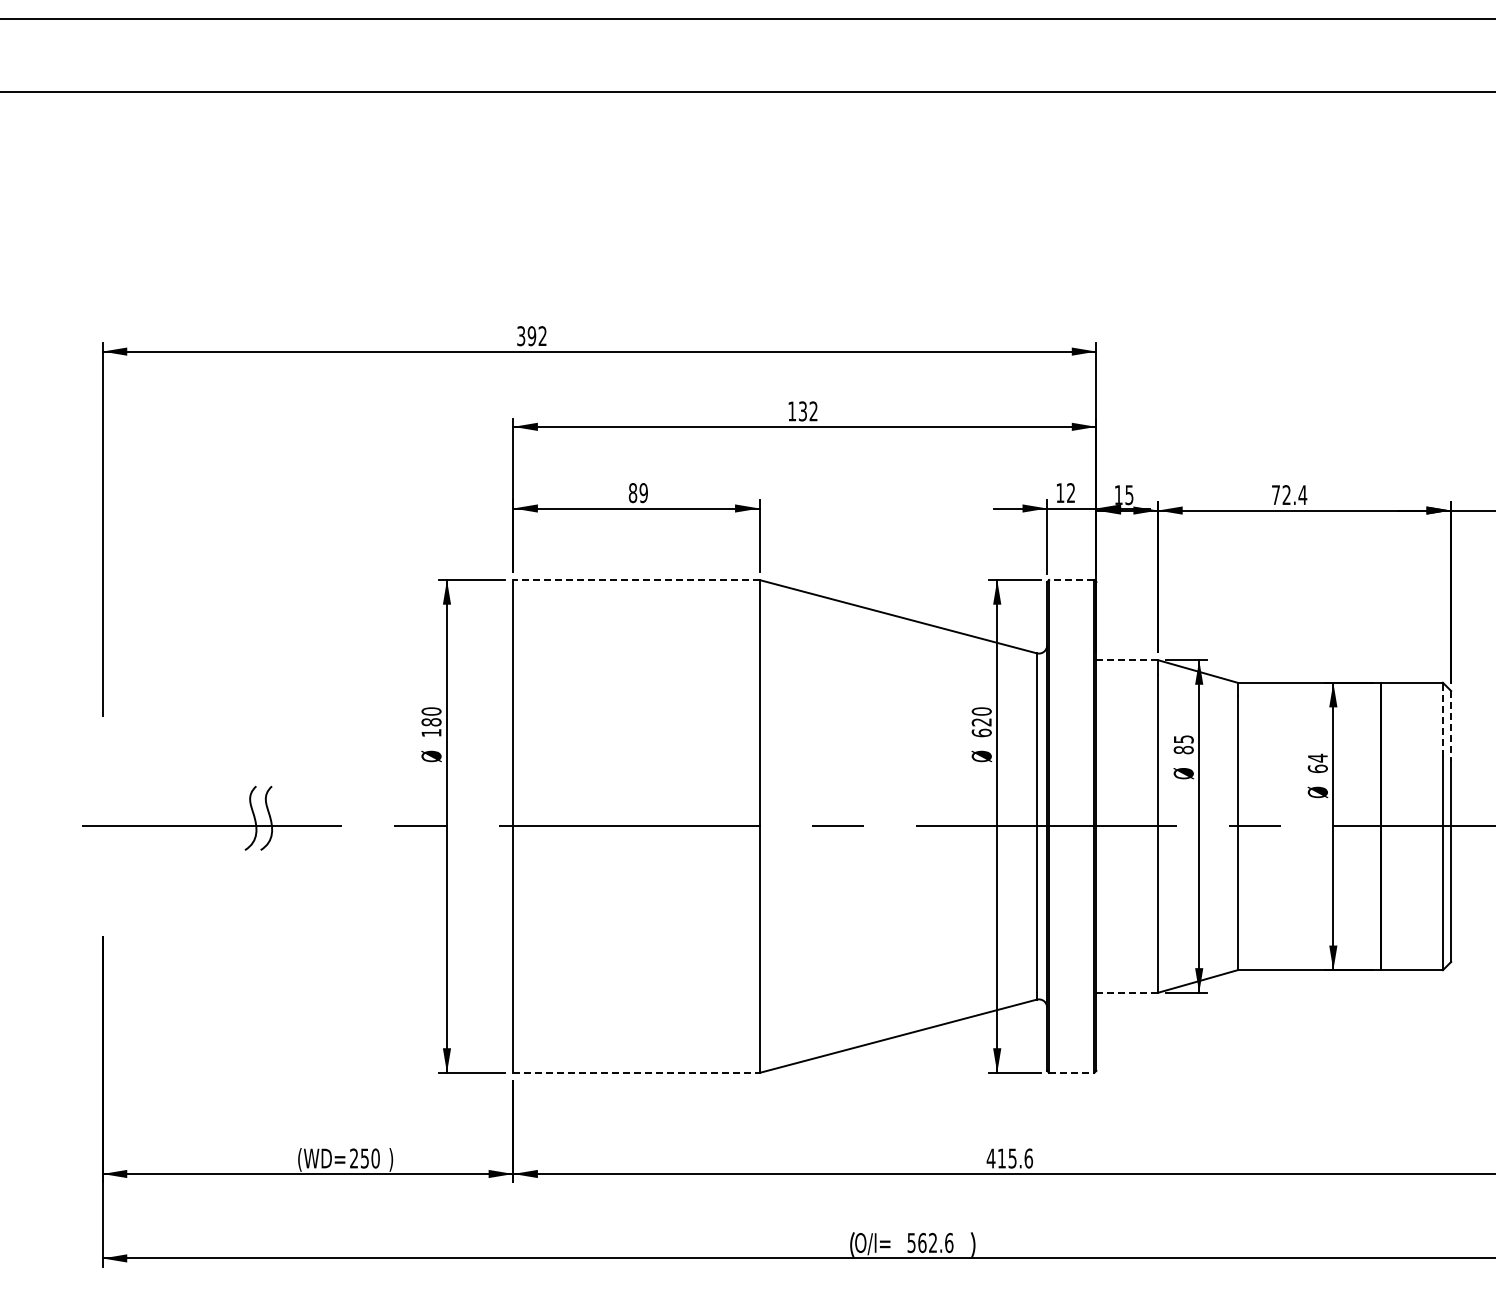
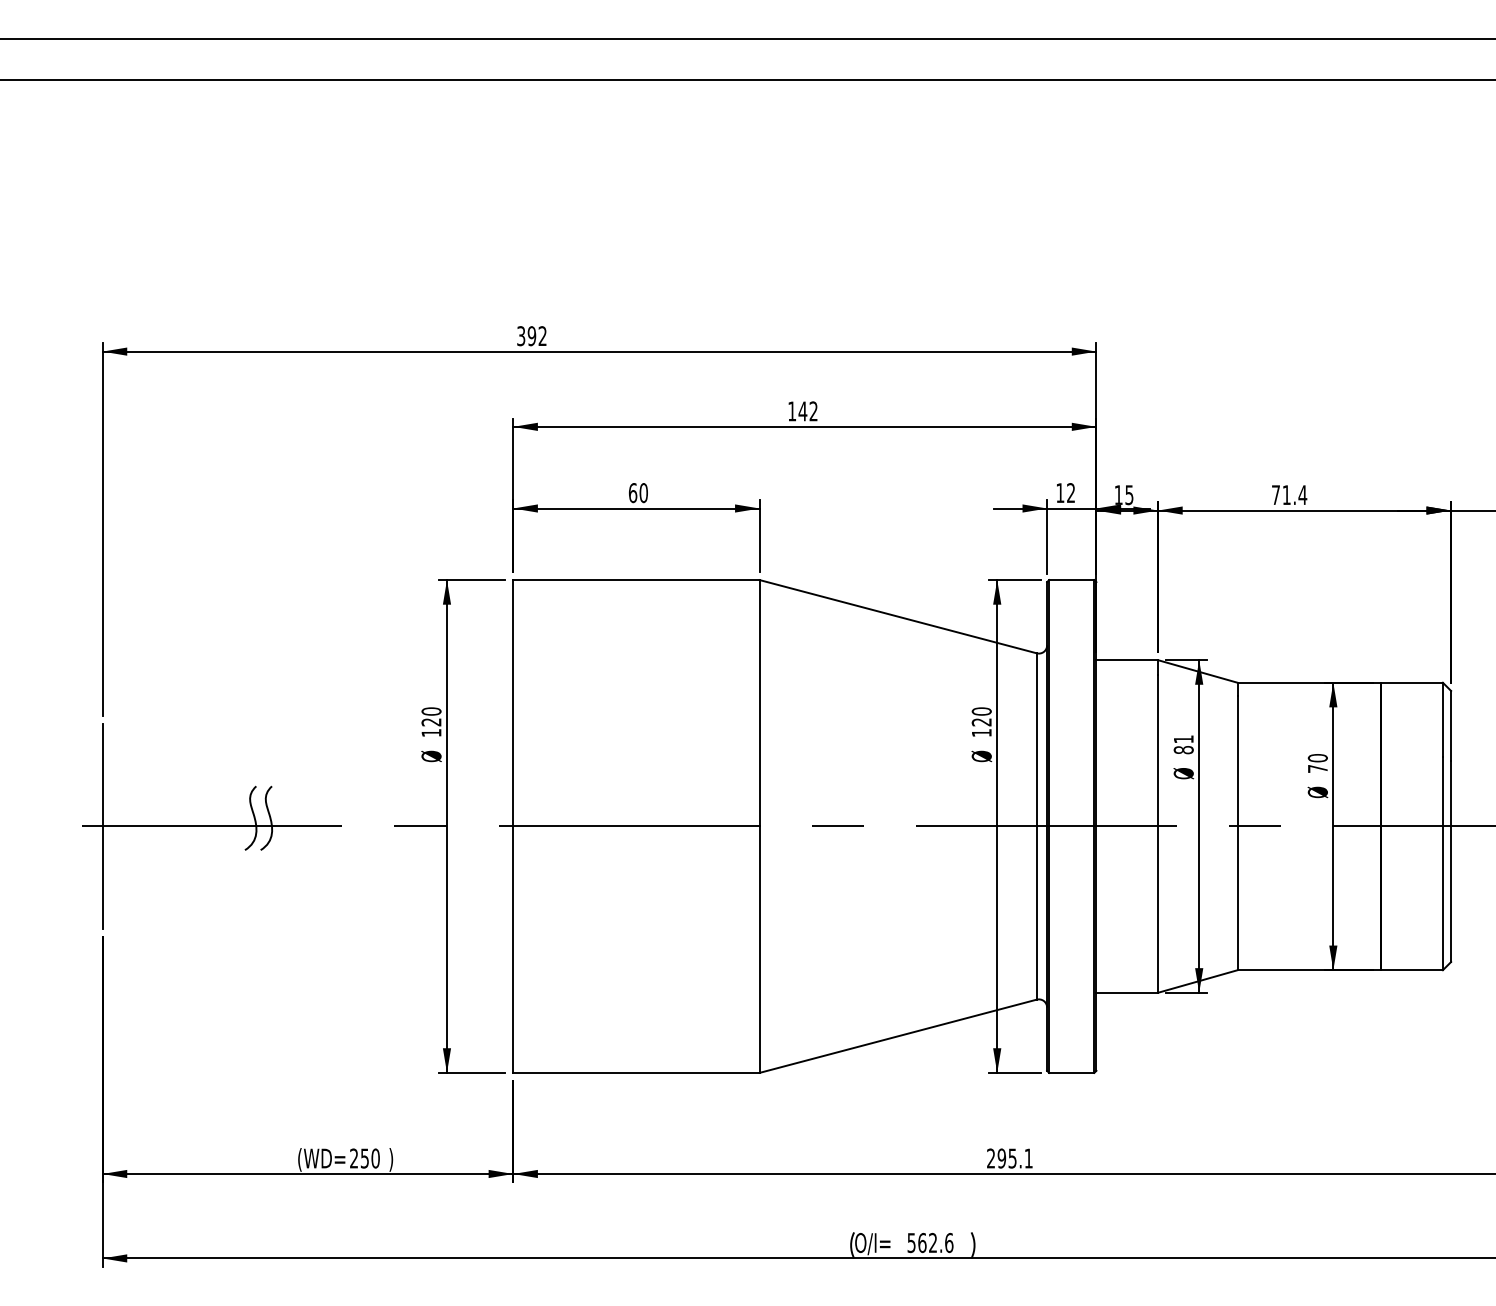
line at (747, 19) position: (747, 19) -> (747, 39)
line at (747, 92) position: (747, 92) -> (747, 80)
text at (802, 411): 132 -> 142
text at (637, 493): 89 -> 60
text at (1286, 494): 72.4 -> 71.4
line at (635, 580): dashed -> solid
line at (1071, 580): dashed -> solid
line at (1127, 660): dashed -> solid
line at (1442, 719): dashed -> solid
text at (431, 722): 180 -> 120
line at (1451, 725): dashed -> solid
text at (981, 732): 620 -> 120
text at (1183, 739): 85 -> 81
text at (1317, 763): 64 -> 70
line at (102, 826): none -> present
line at (1127, 992): dashed -> solid
line at (636, 1072): dashed -> solid
line at (1071, 1072): dashed -> solid
text at (1009, 1158): 415.6 -> 295.1
